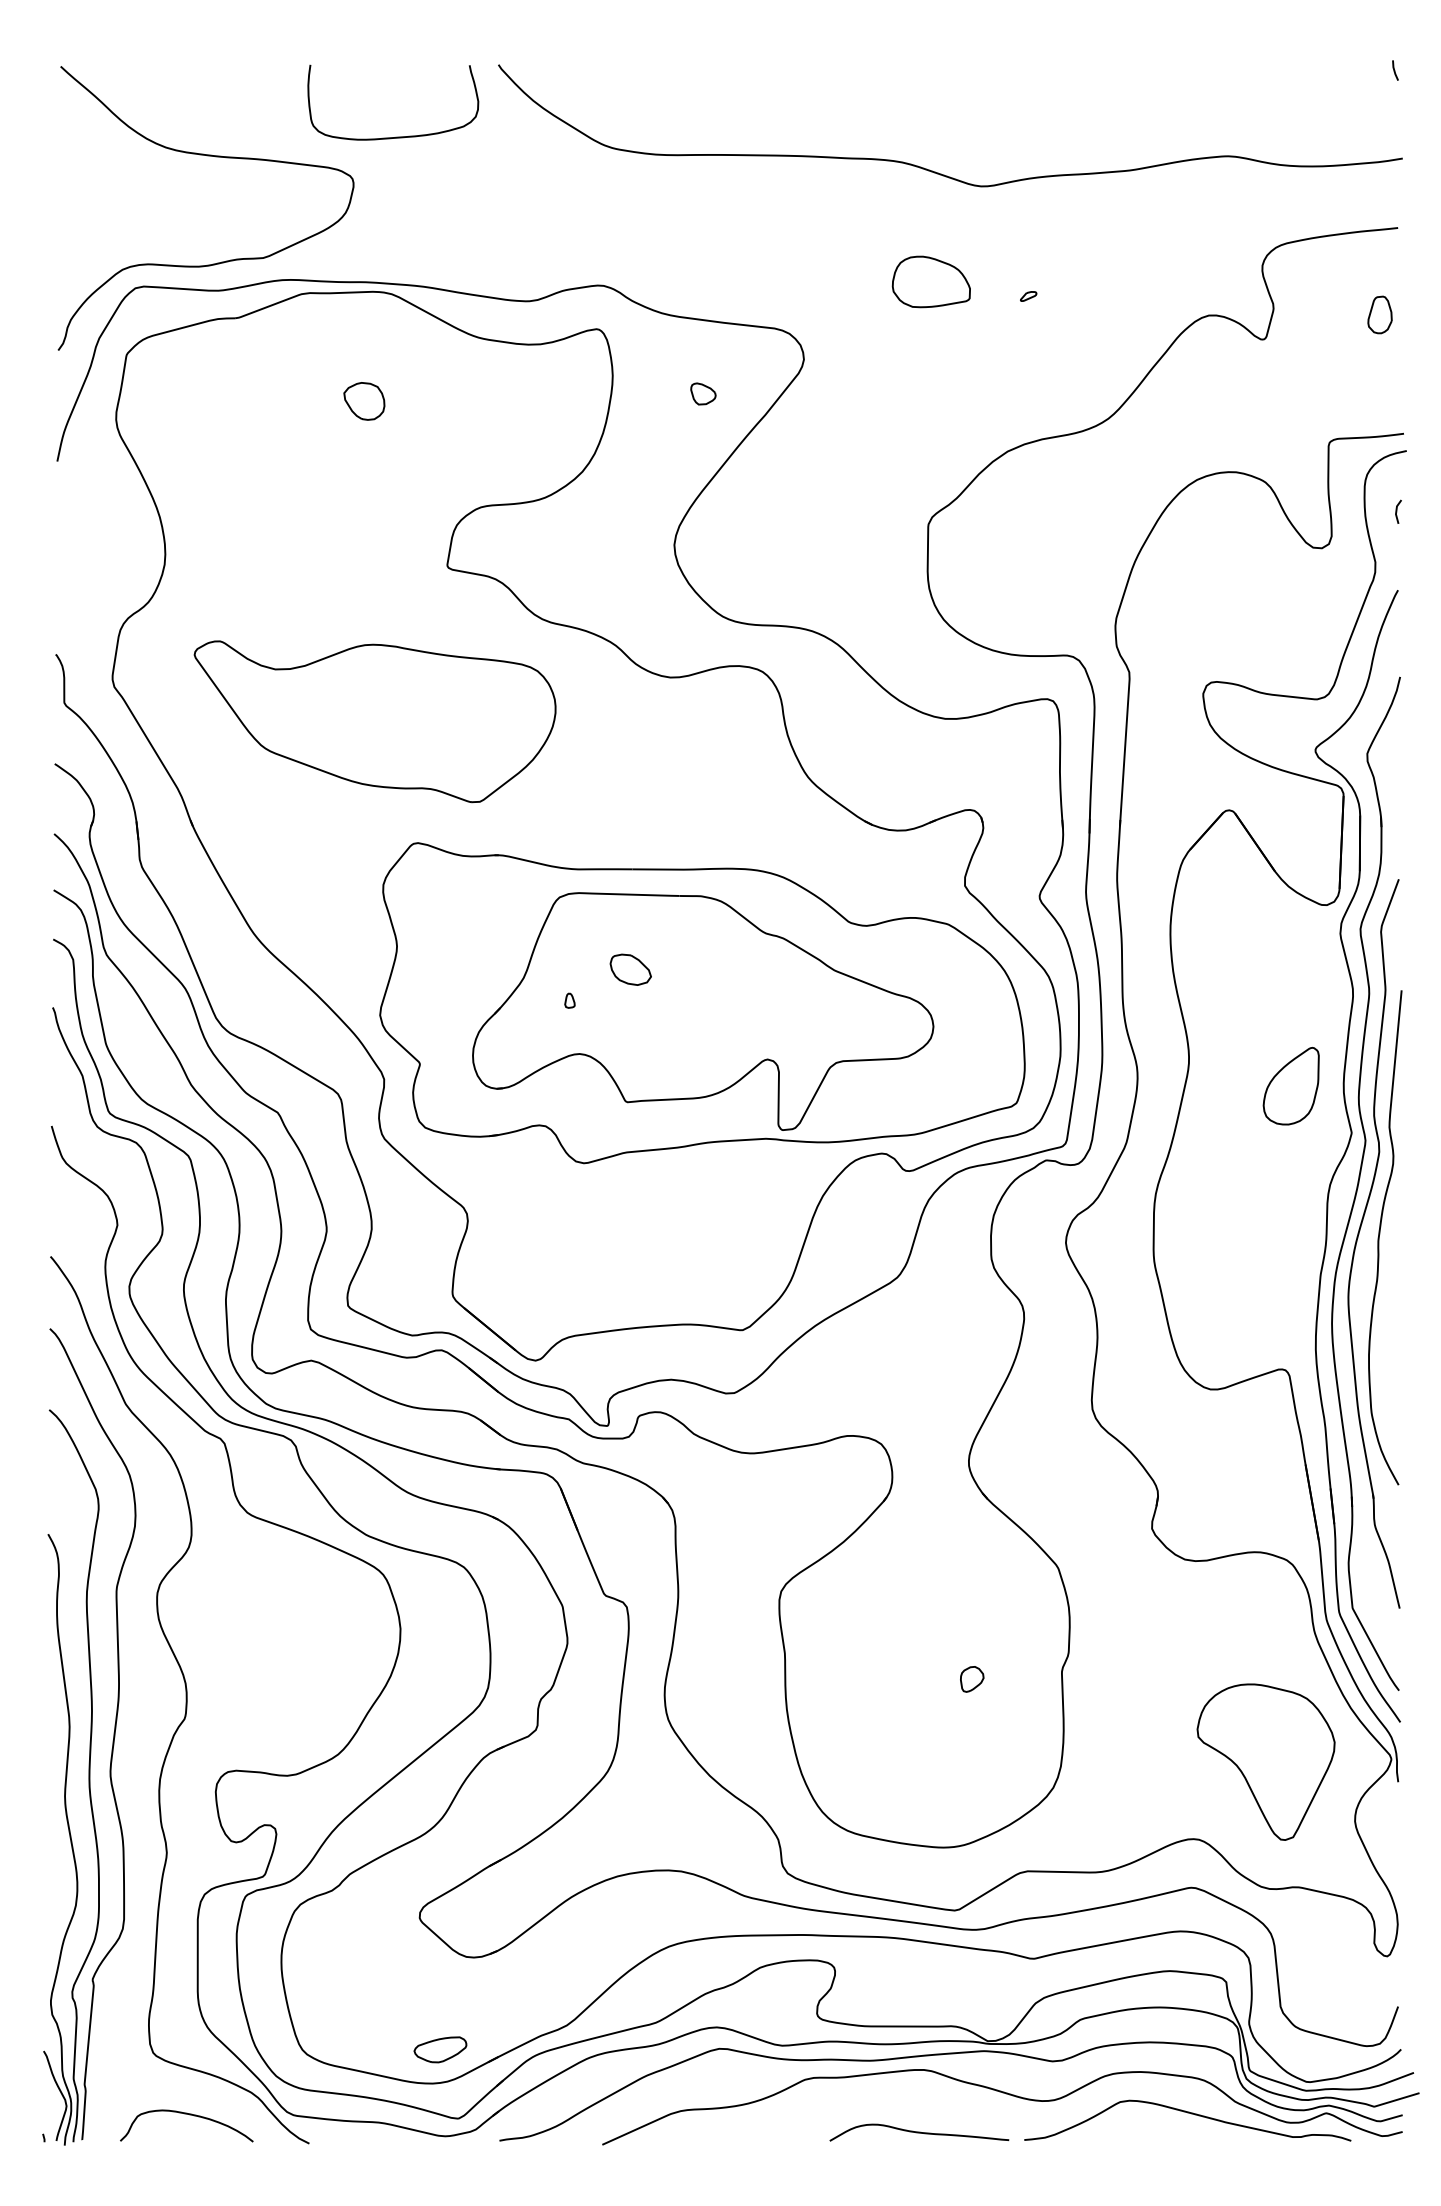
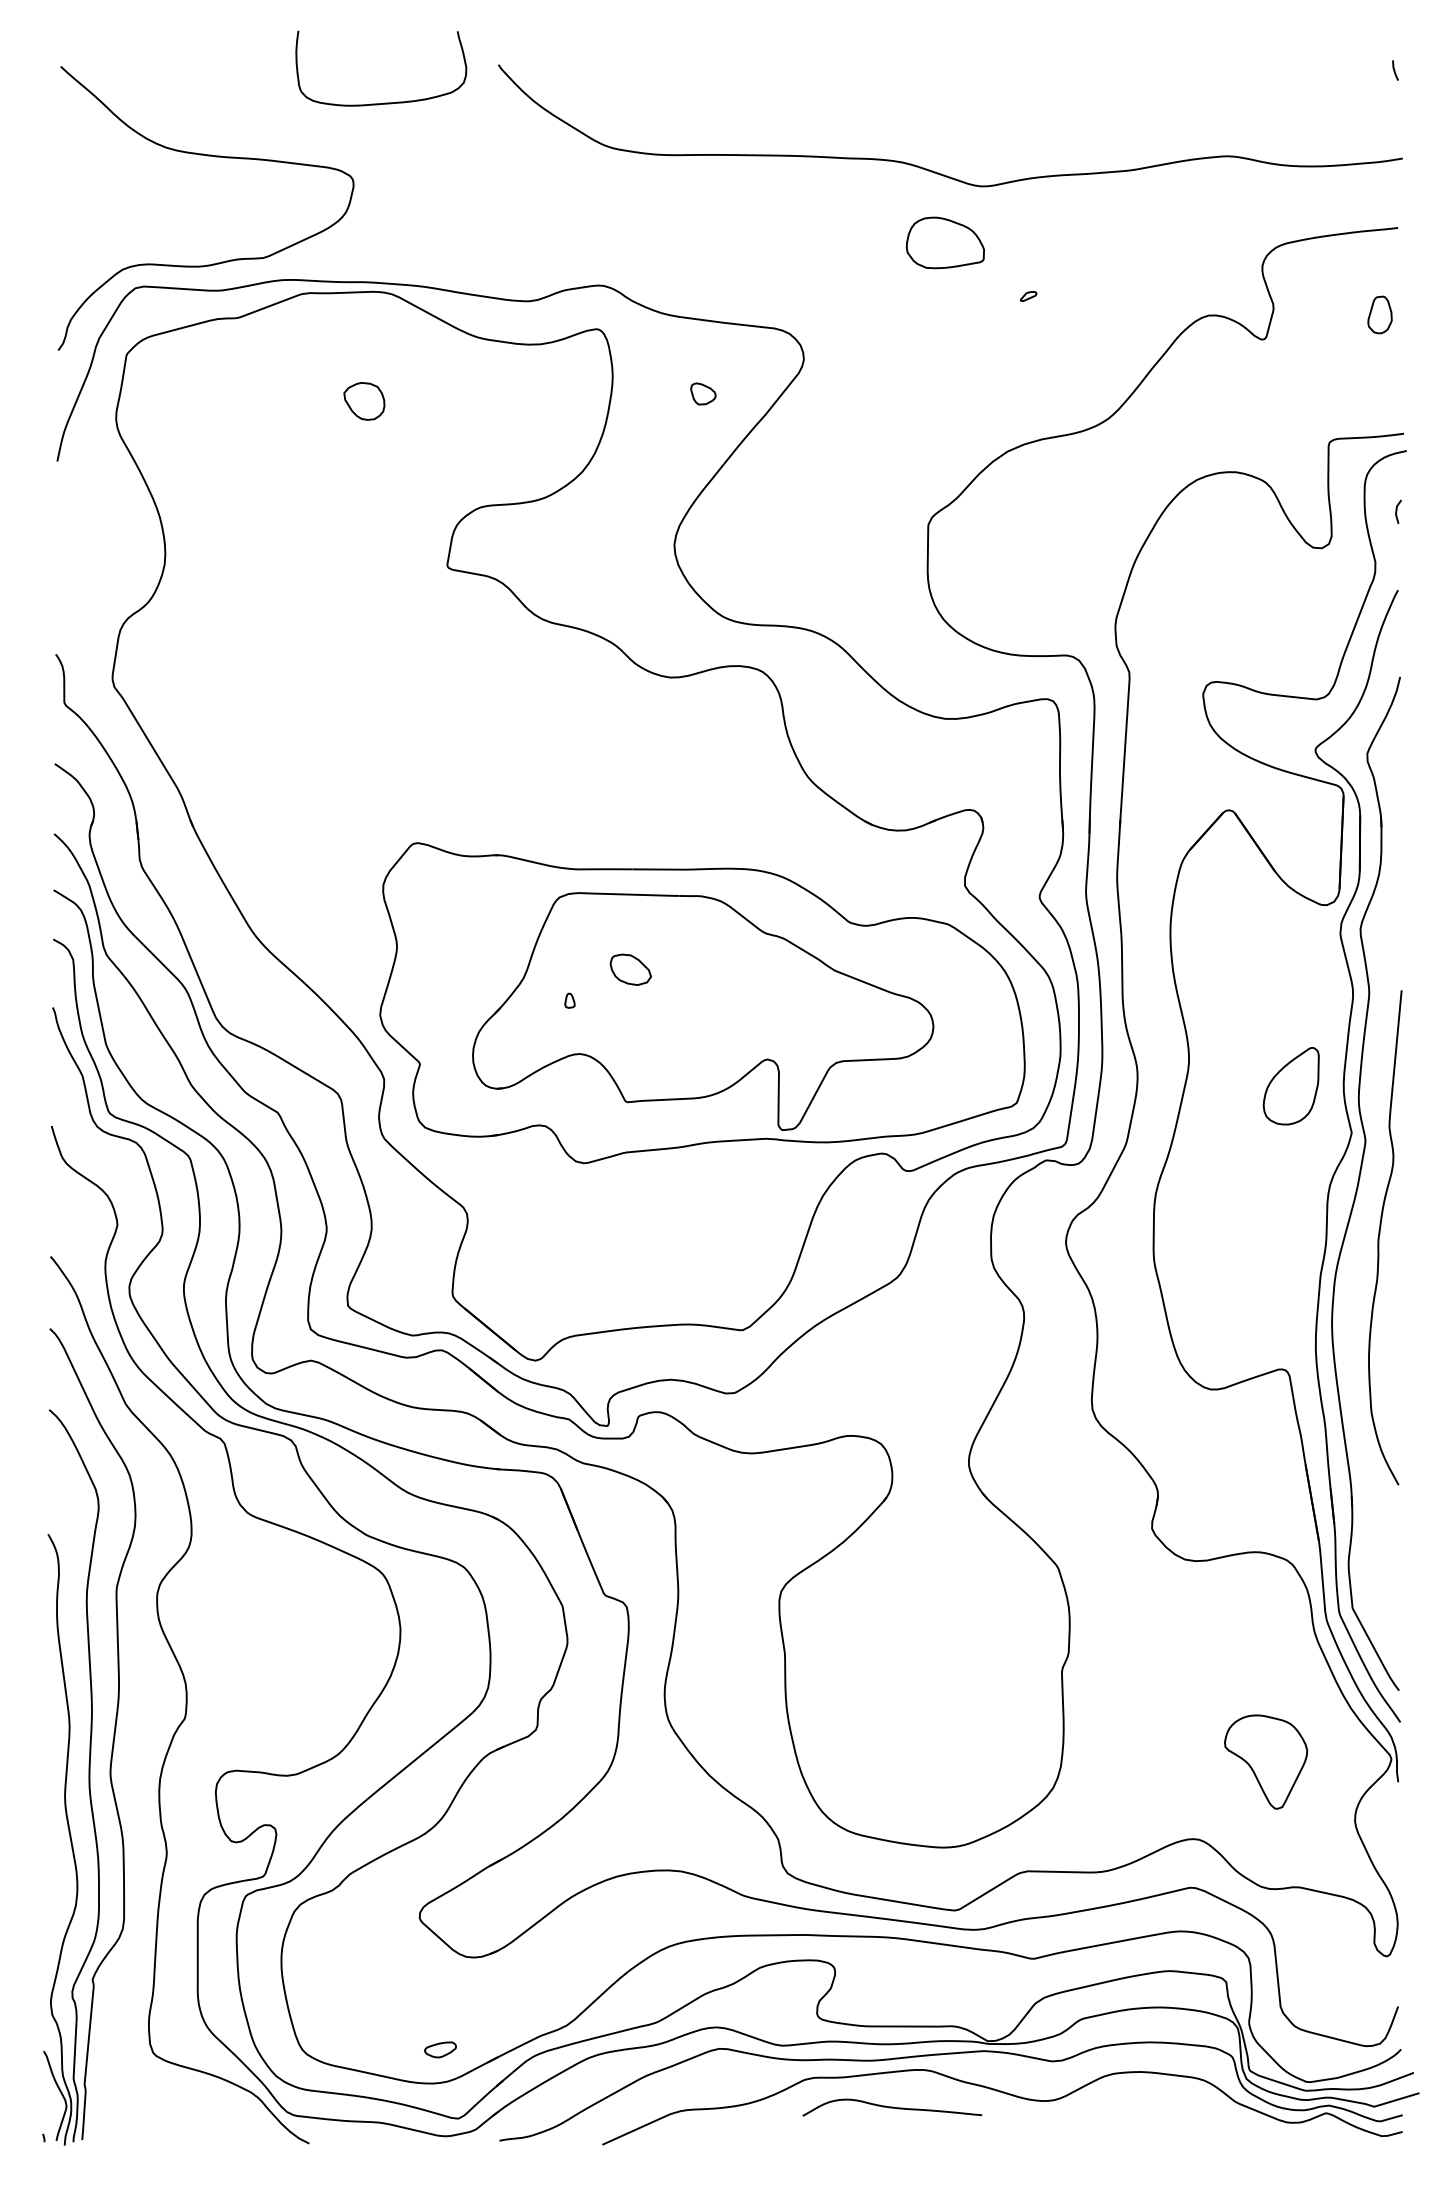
curve at (395, 136) position: (395, 136) -> (383, 102)
part at (930, 281) position: (930, 281) -> (944, 242)
part at (374, 721): present -> none
part at (1358, 1238): present -> none
part at (972, 1679): present -> none
part at (1265, 1761) size: 140x158 px -> 85x96 px
part at (440, 2049) size: 55x28 px -> 33x18 px
curve at (1187, 2113): present -> none
curve at (189, 2115): present -> none
curve at (919, 2132) position: (919, 2132) -> (892, 2107)
